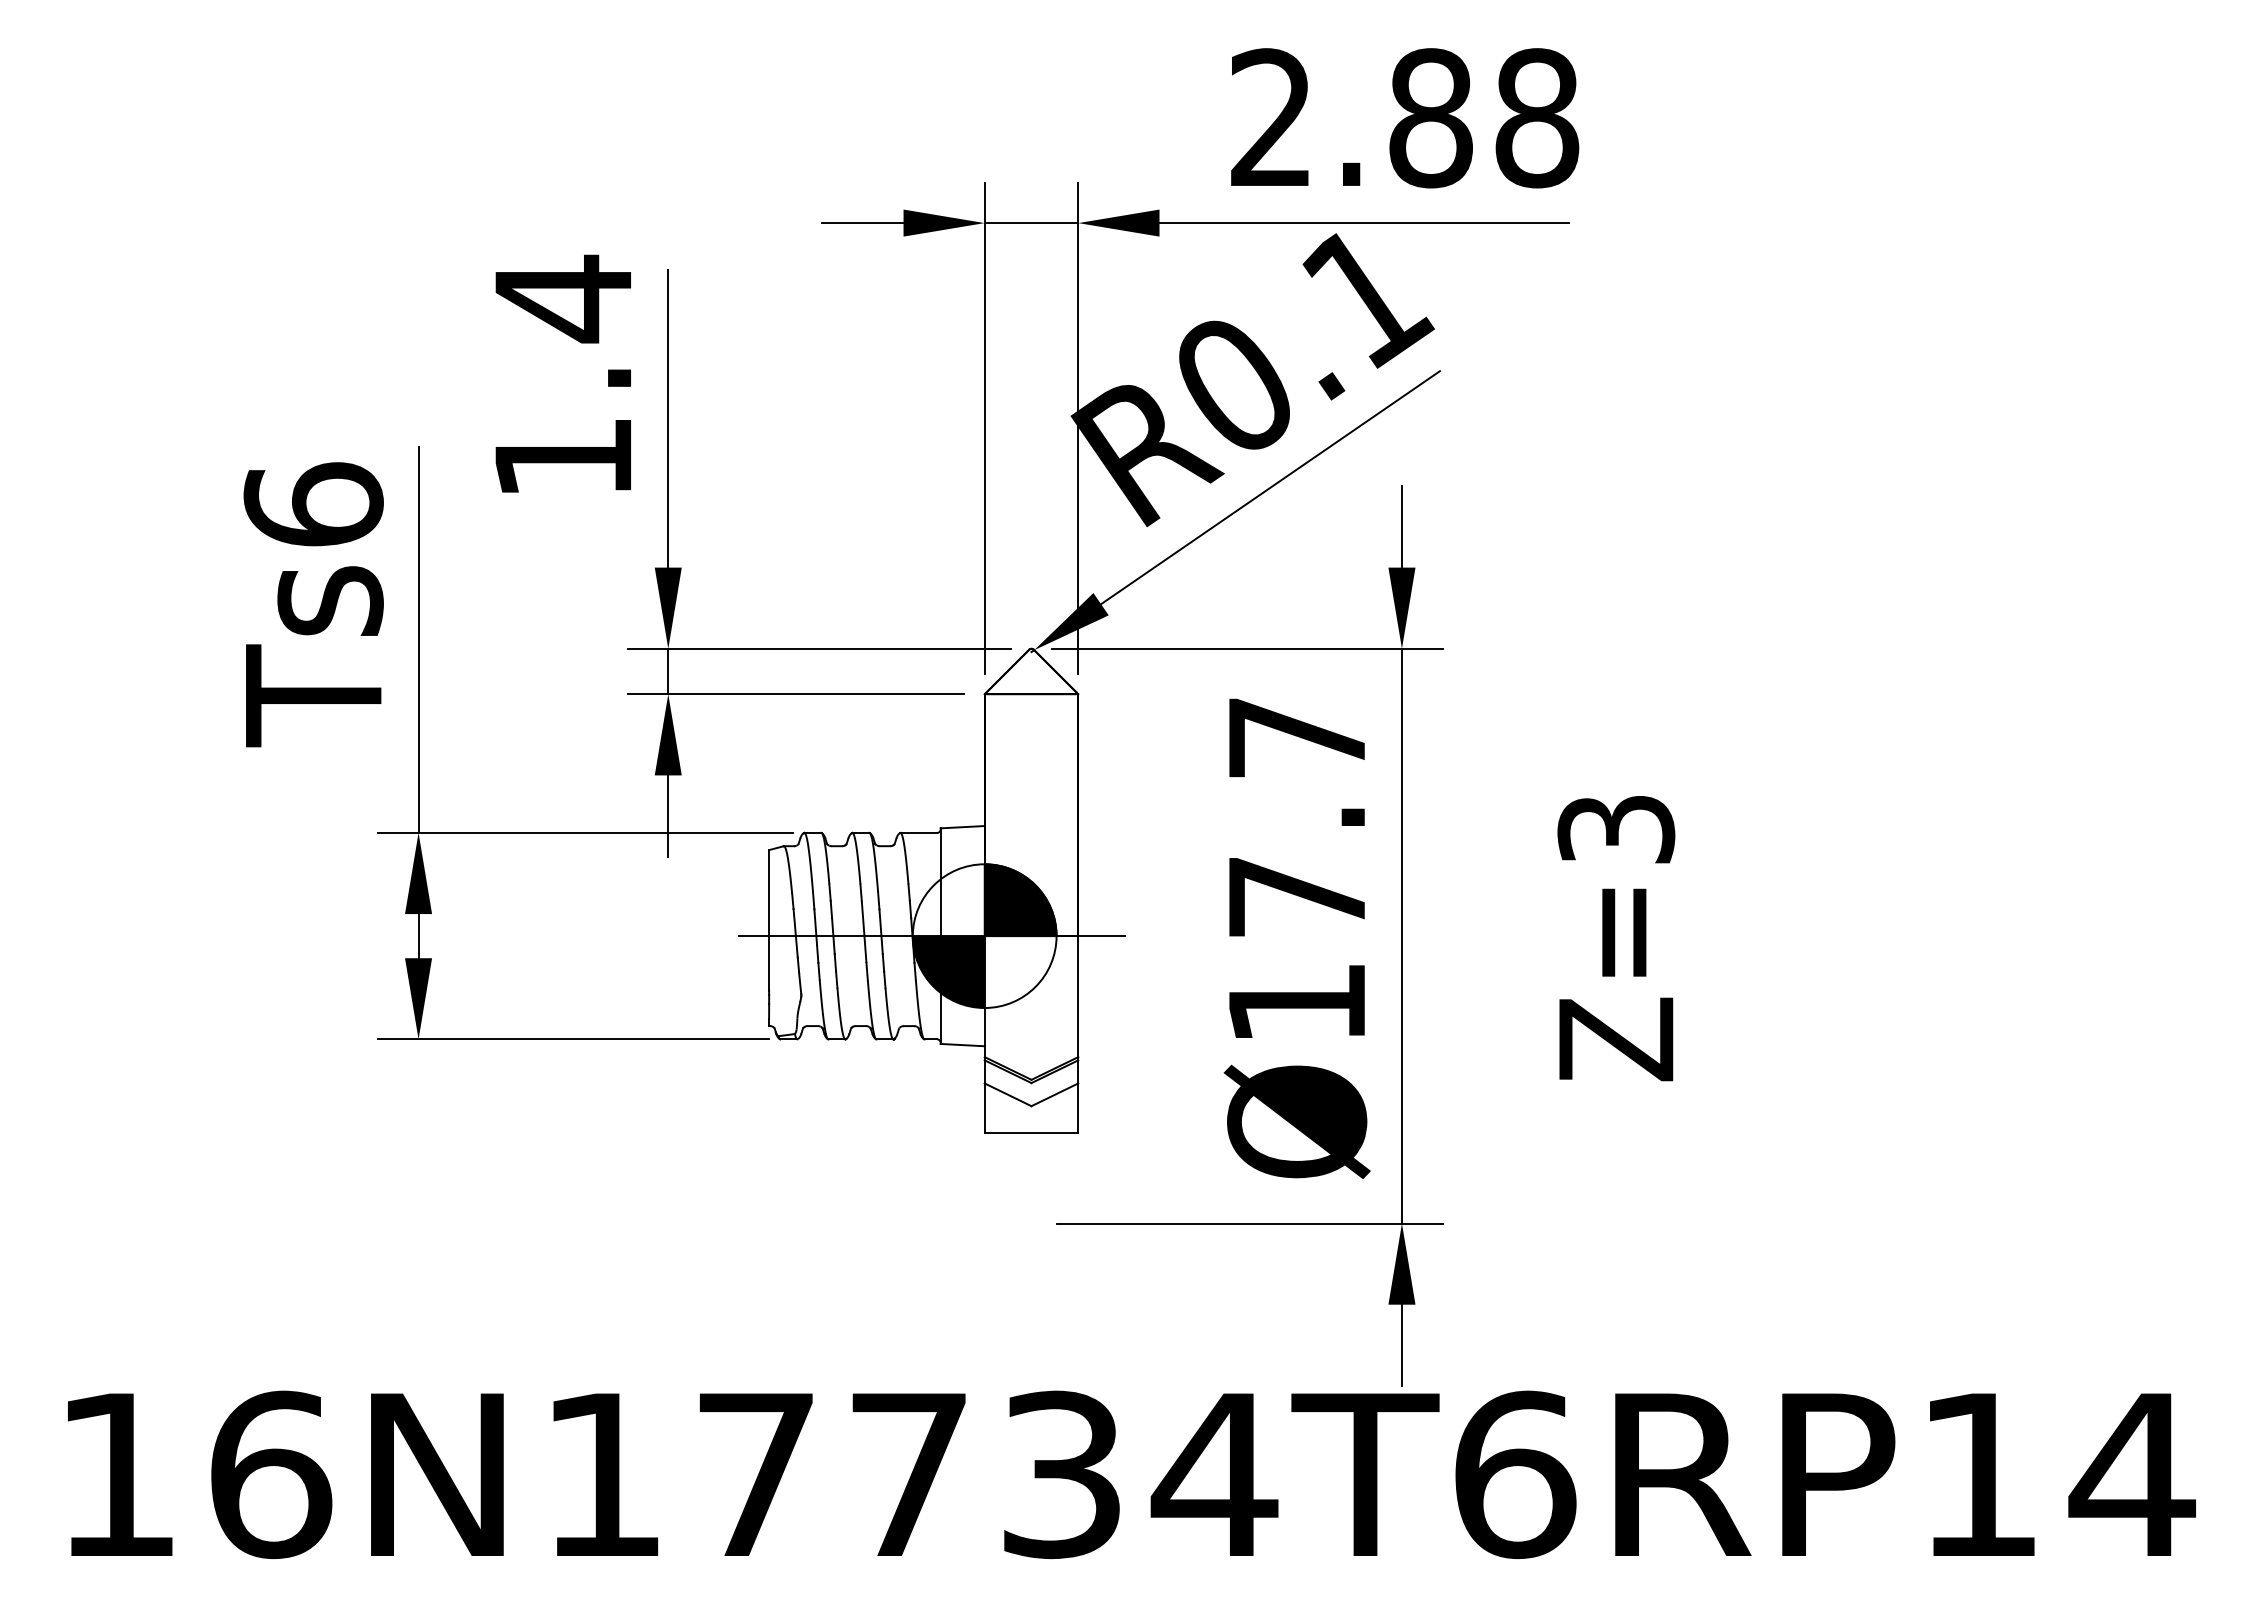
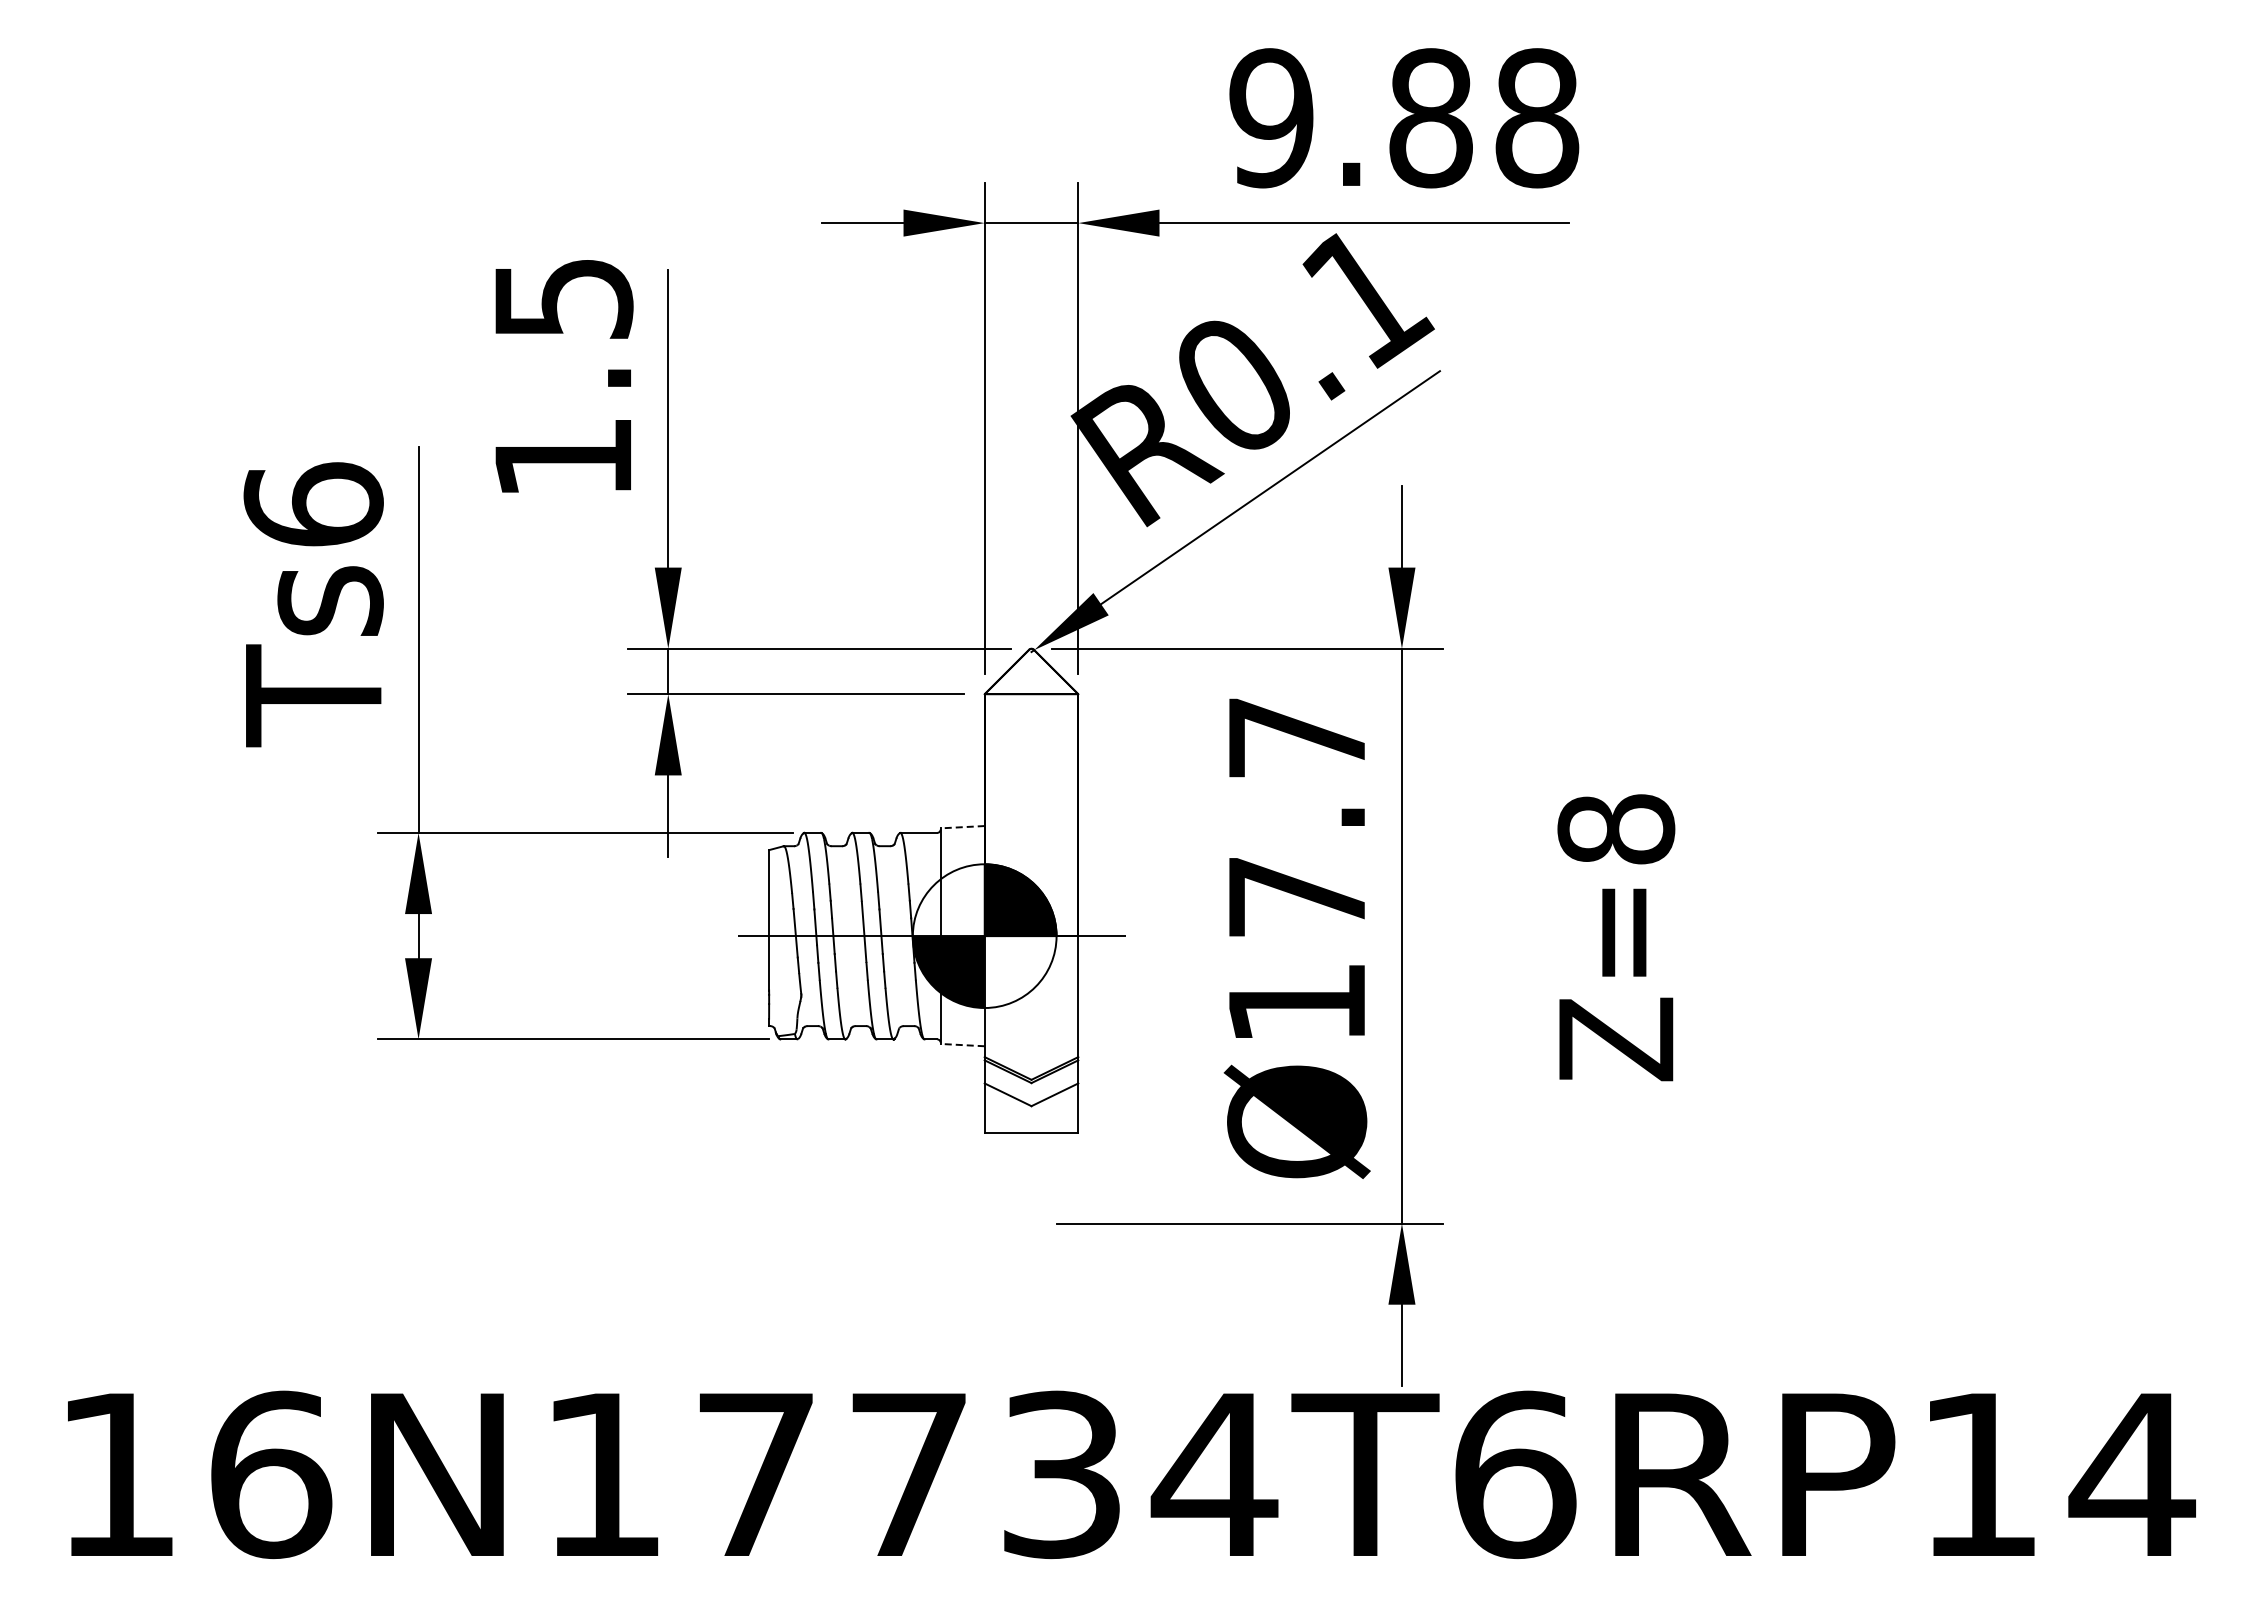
text at (1271, 118): 2.88 -> 9.88
text at (564, 298): 1.4 -> 1.5
line at (962, 827): solid -> dashed
text at (1616, 829): Z=3 -> Z=8
line at (962, 1045): solid -> dashed
